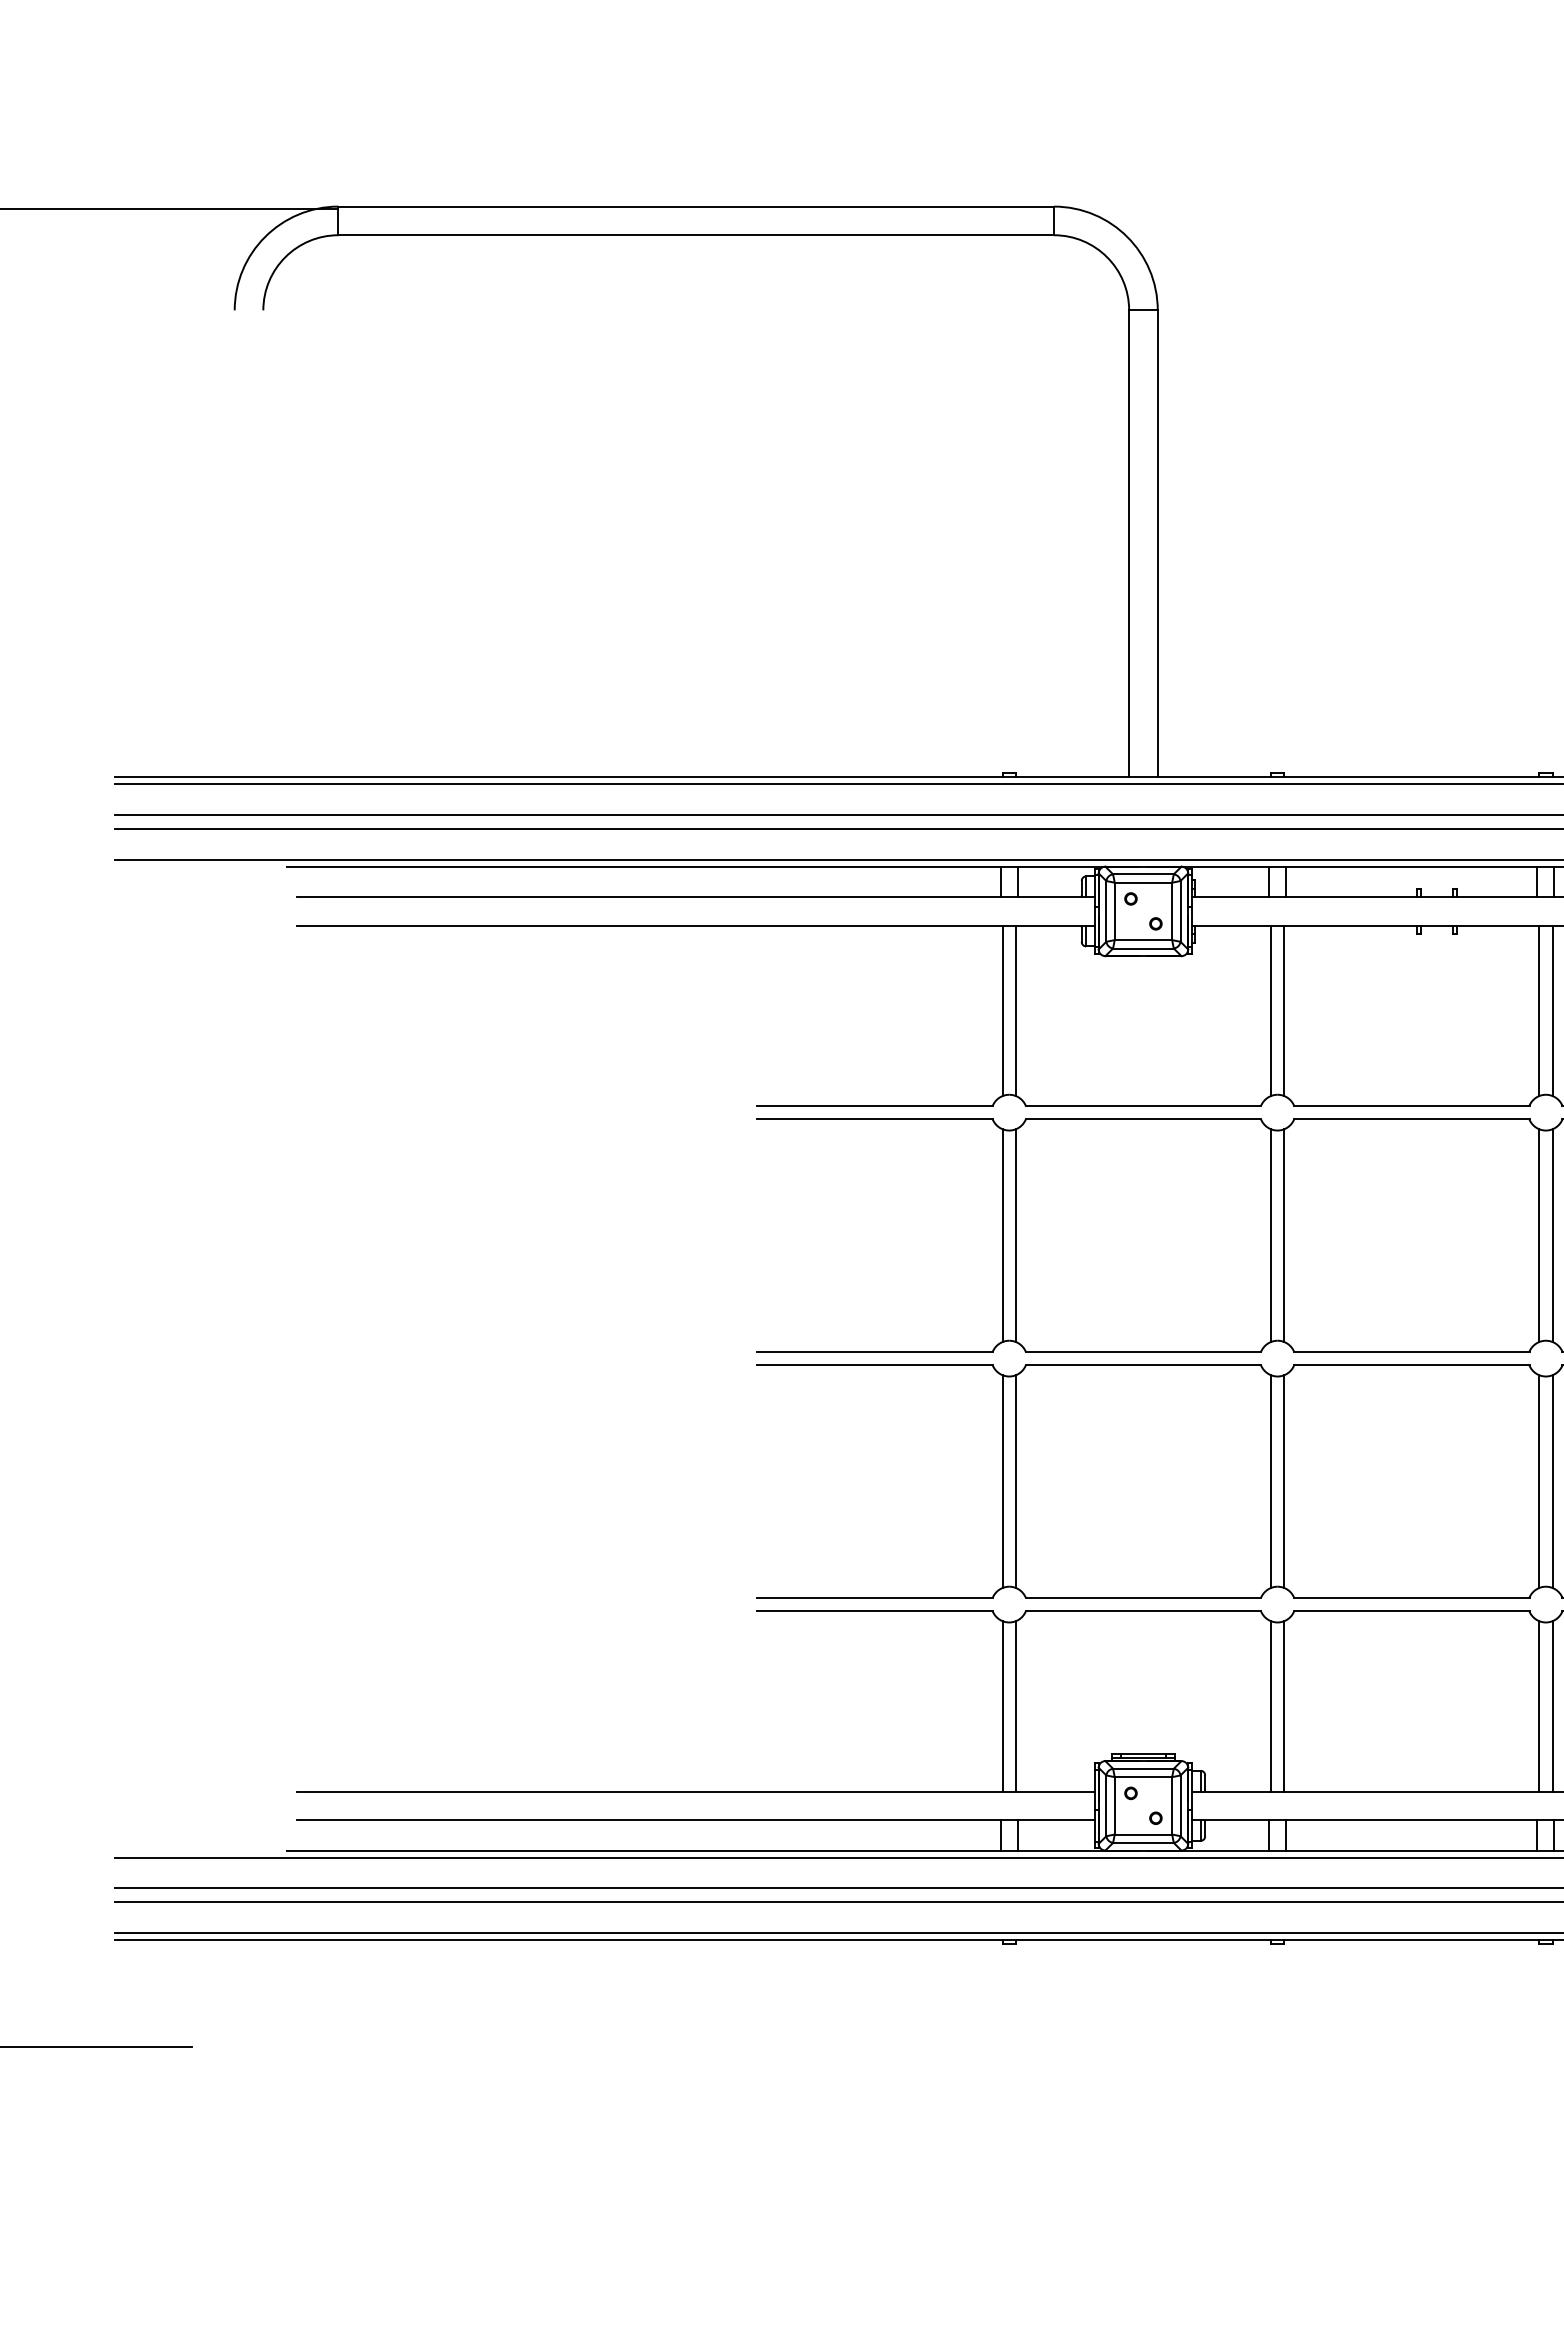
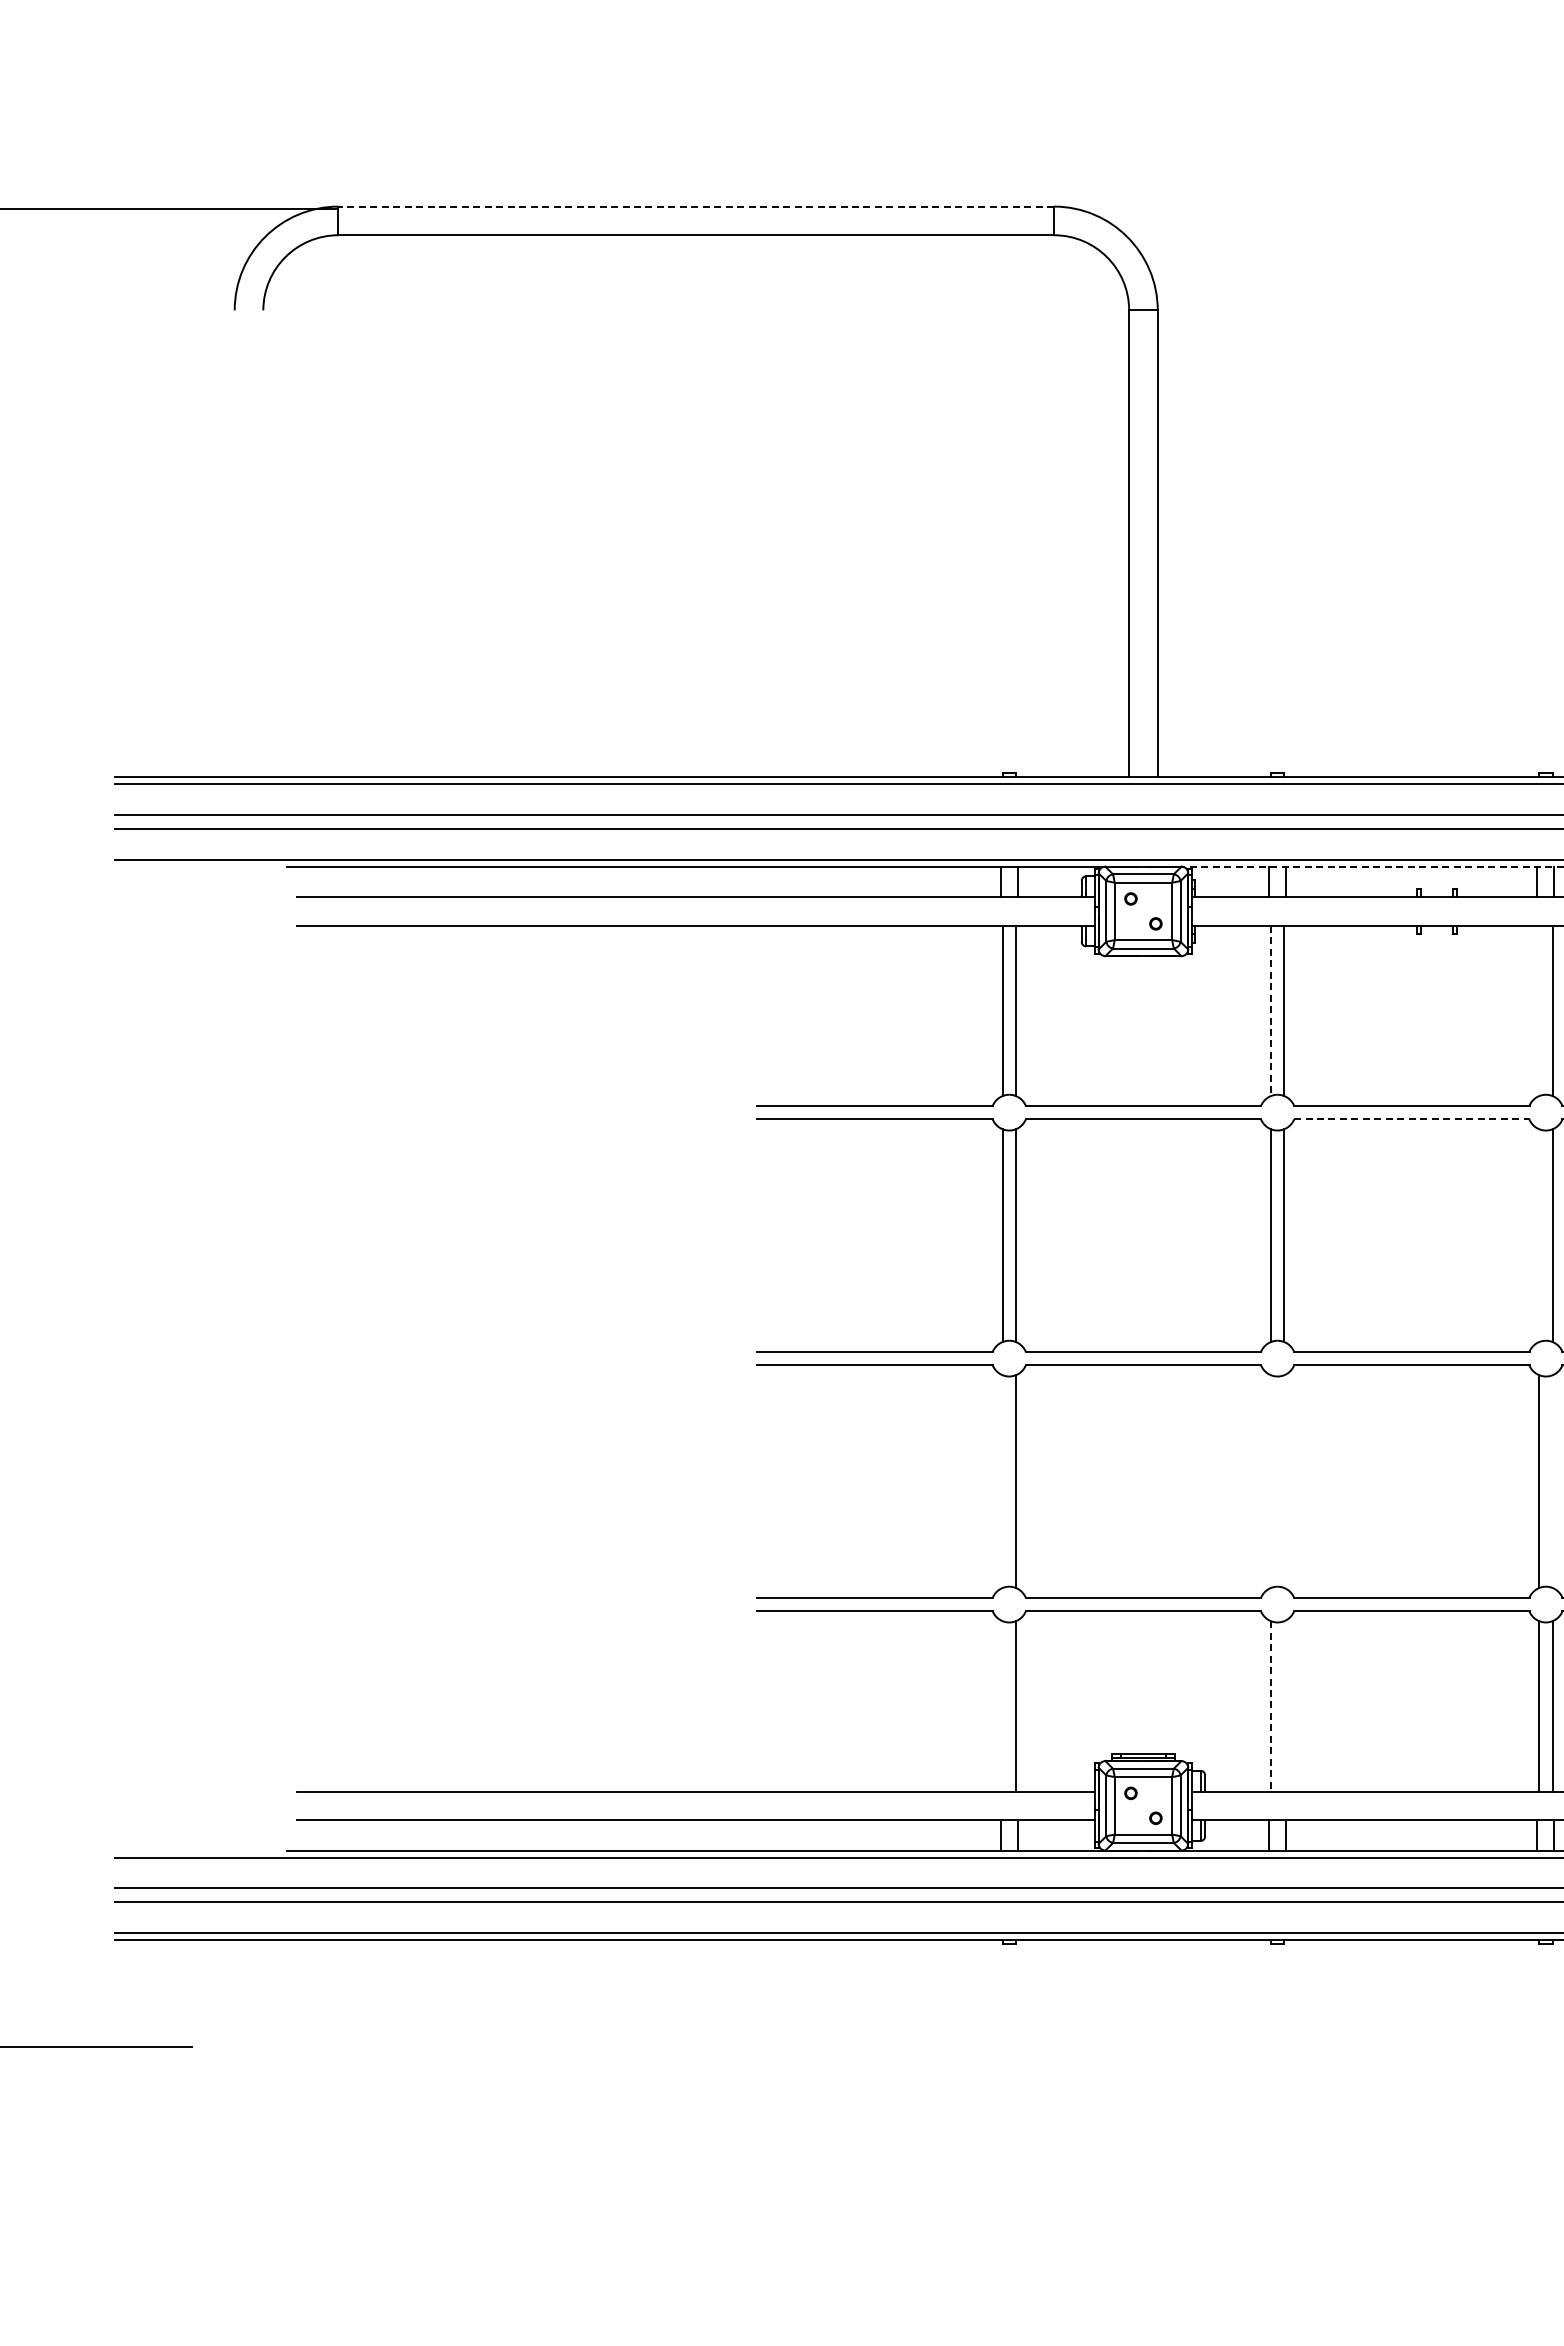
line at (696, 206): solid -> dashed
line at (1372, 866): solid -> dashed
line at (1539, 1010): present -> none
line at (1270, 1011): solid -> dashed
line at (1411, 1119): solid -> dashed
line at (1539, 1235): present -> none
line at (1002, 1481): present -> none
line at (1270, 1481): present -> none
line at (1284, 1481): present -> none
line at (1552, 1481): present -> none
line at (1002, 1706): present -> none
line at (1270, 1706): solid -> dashed
line at (1284, 1706): present -> none
